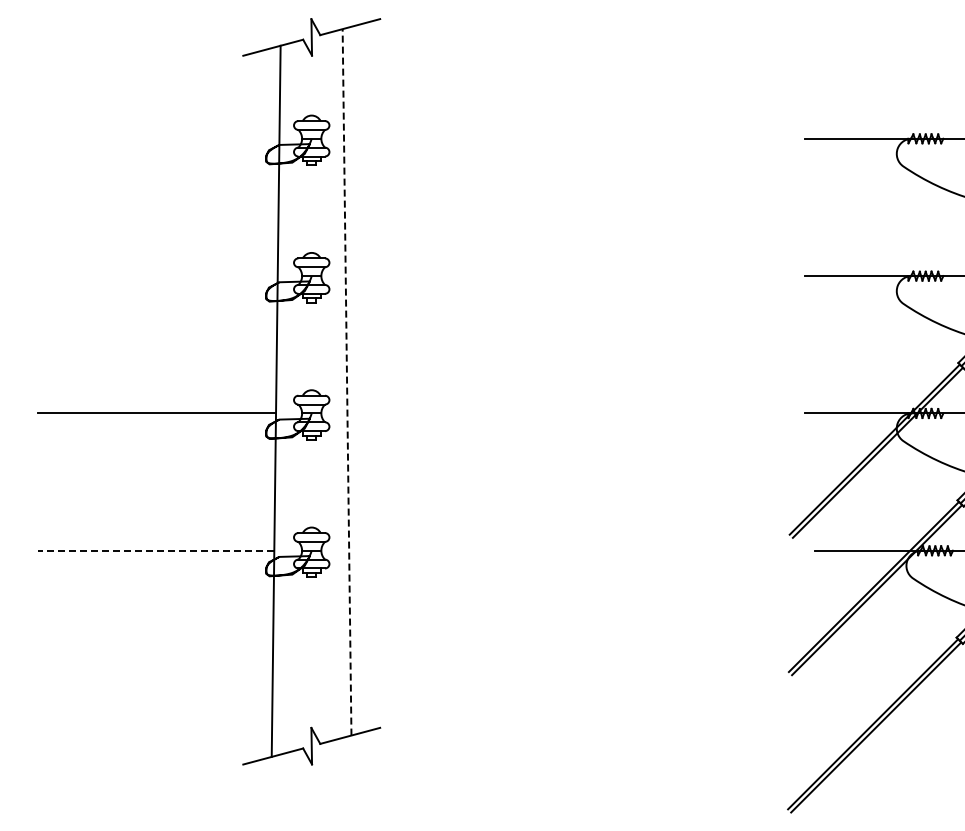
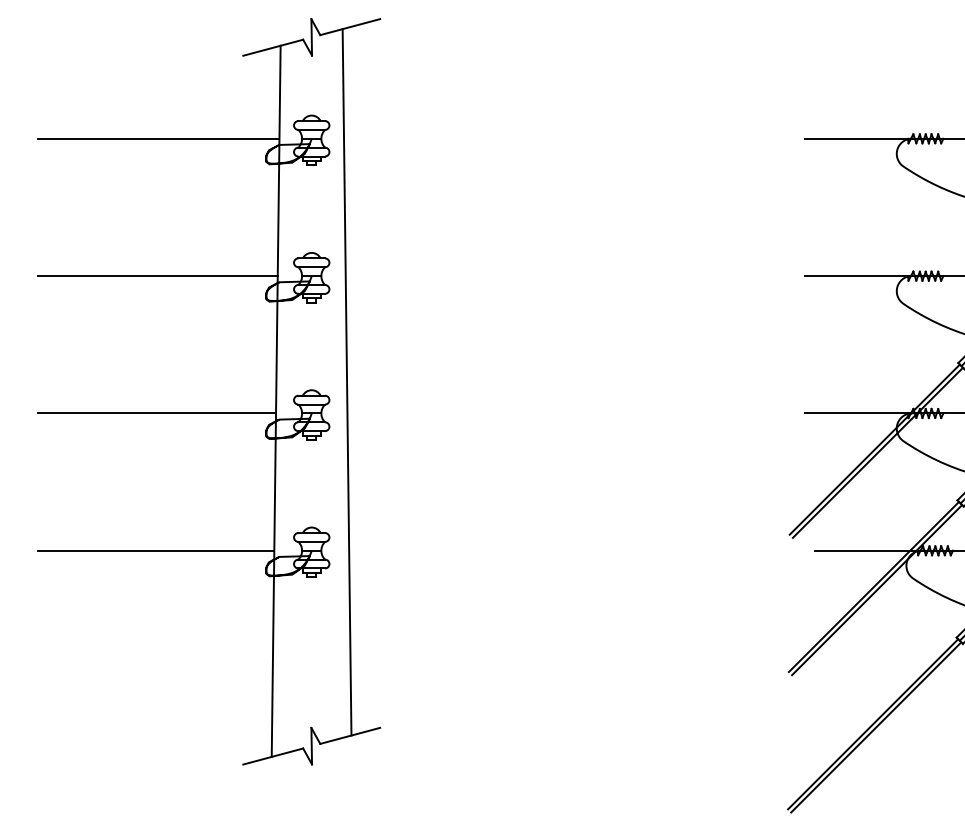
line at (158, 138): none -> present
line at (157, 276): none -> present
line at (347, 381): dashed -> solid
line at (155, 550): dashed -> solid
